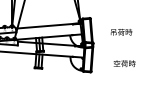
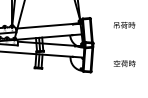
text at (121, 32) position: (121, 32) -> (124, 25)
